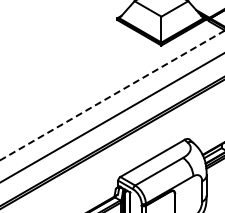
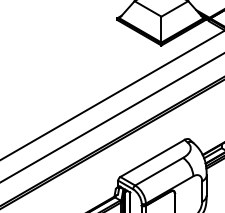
line at (112, 95): dashed -> solid
